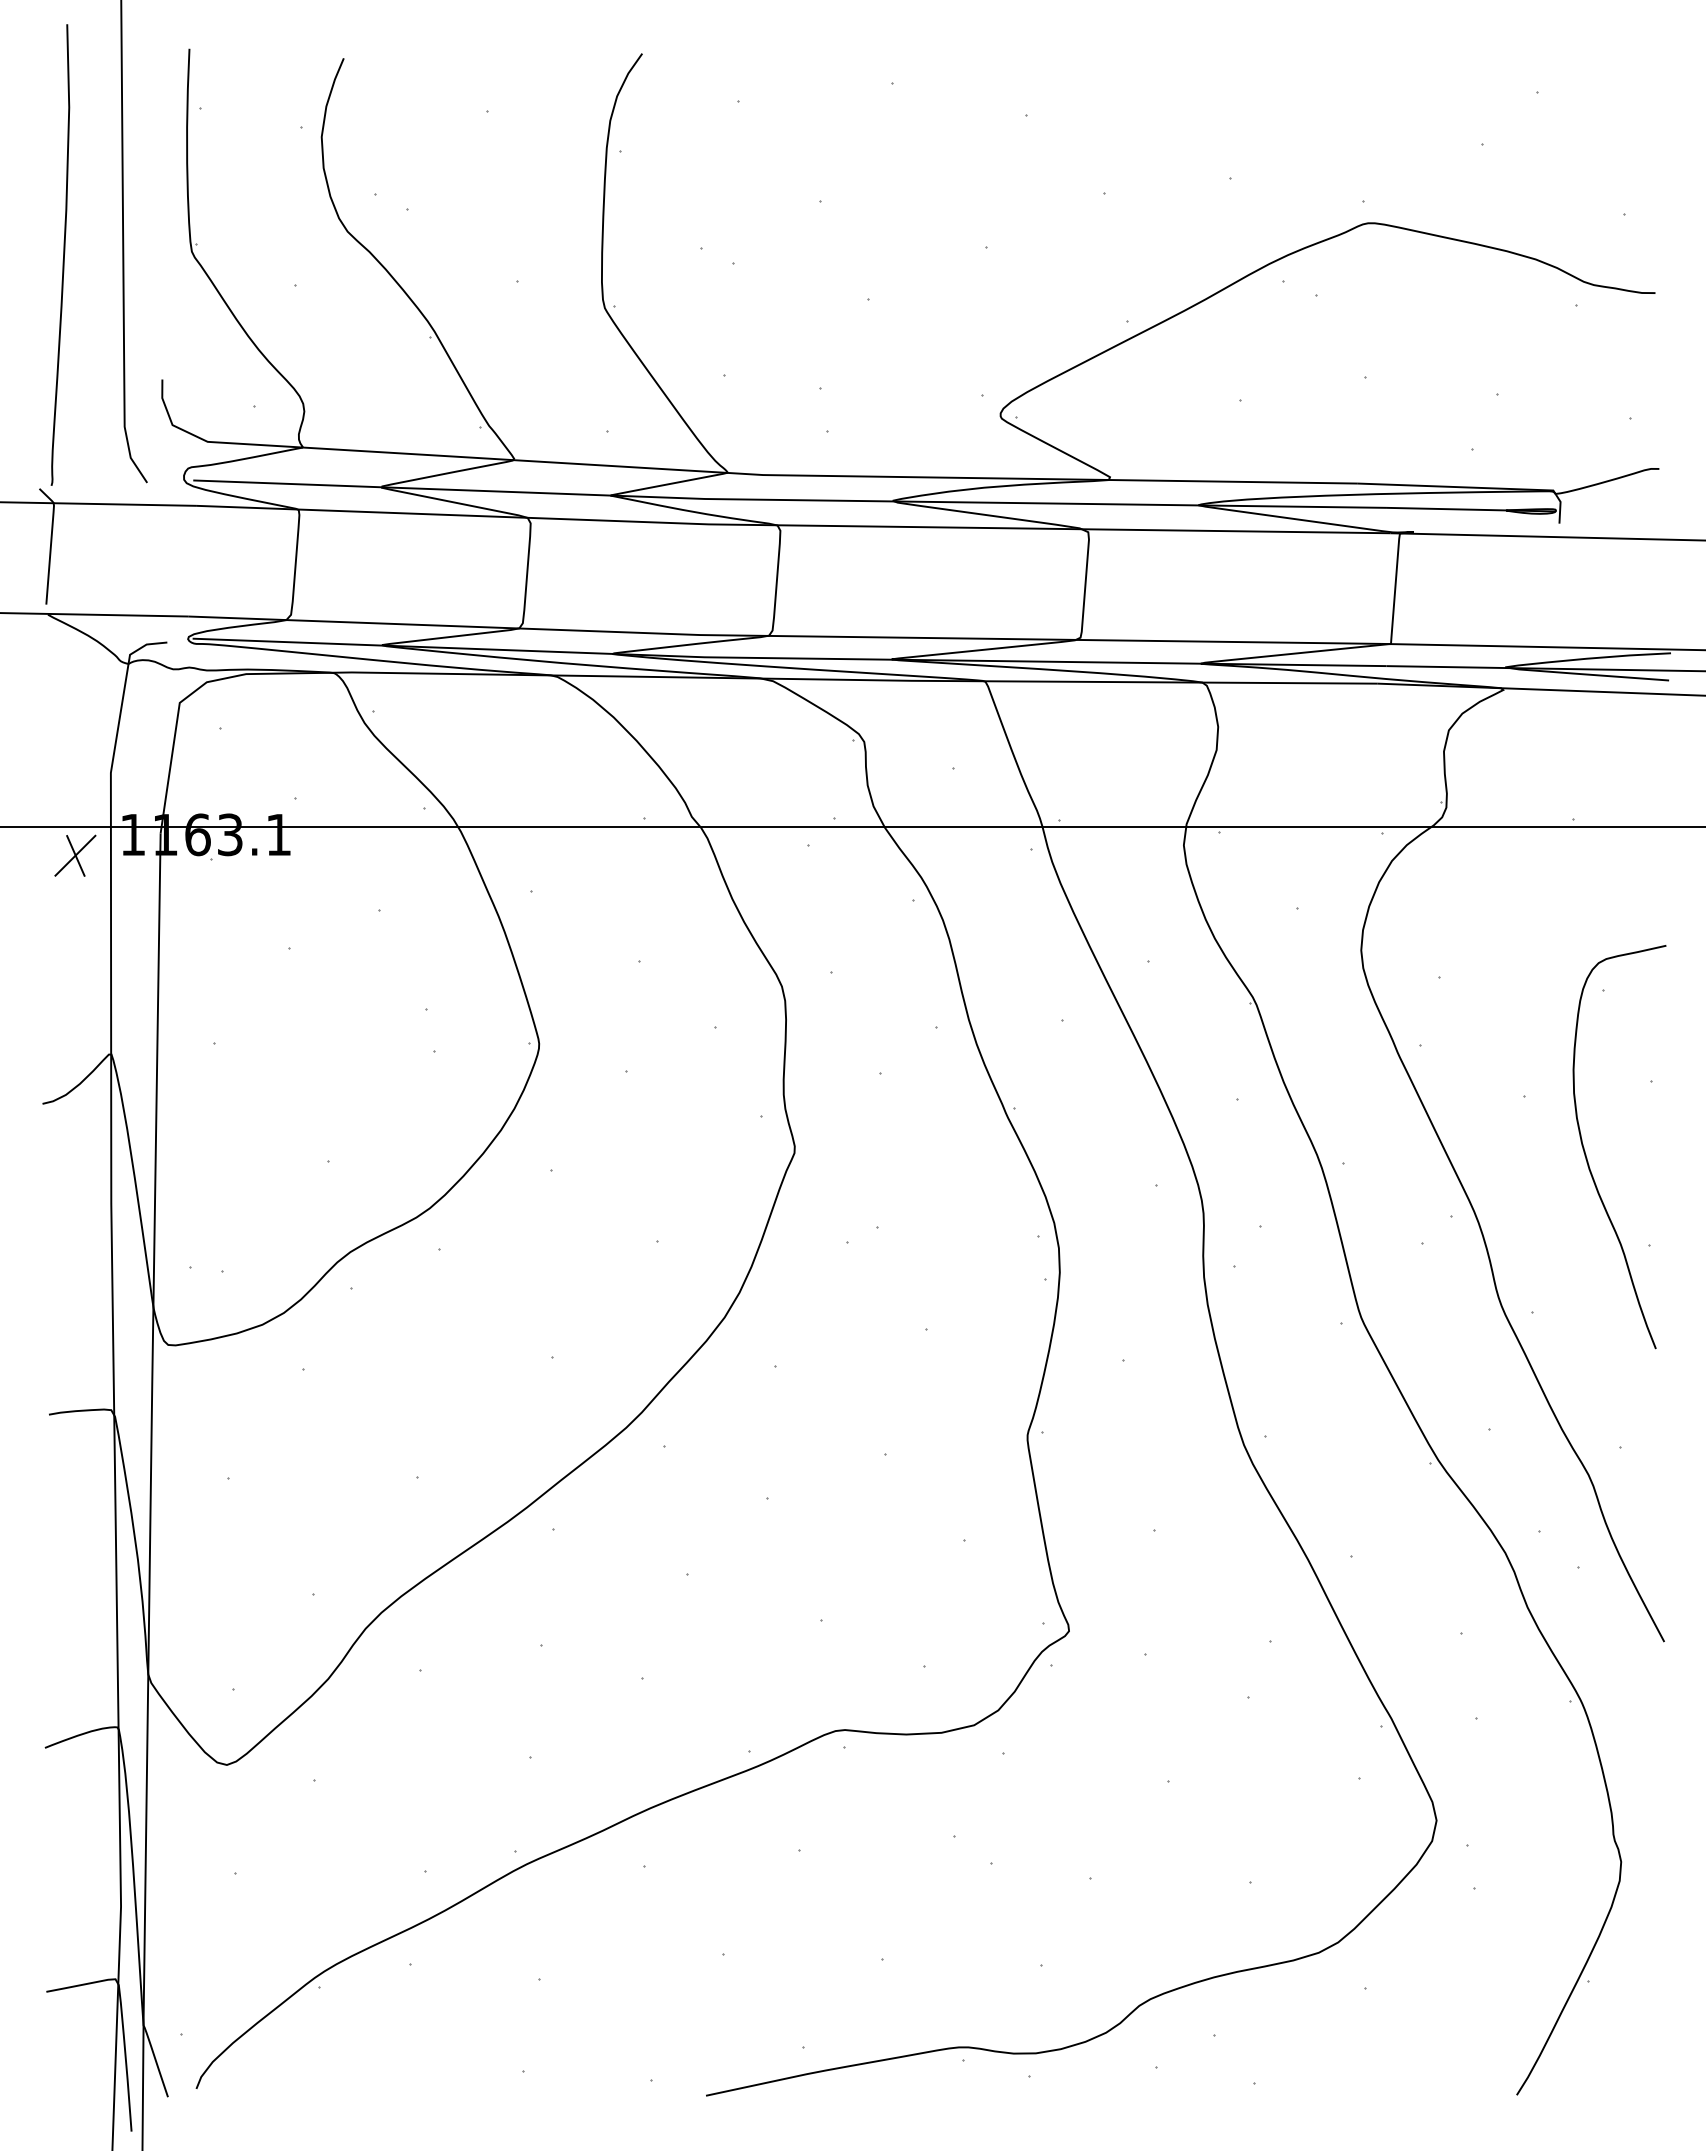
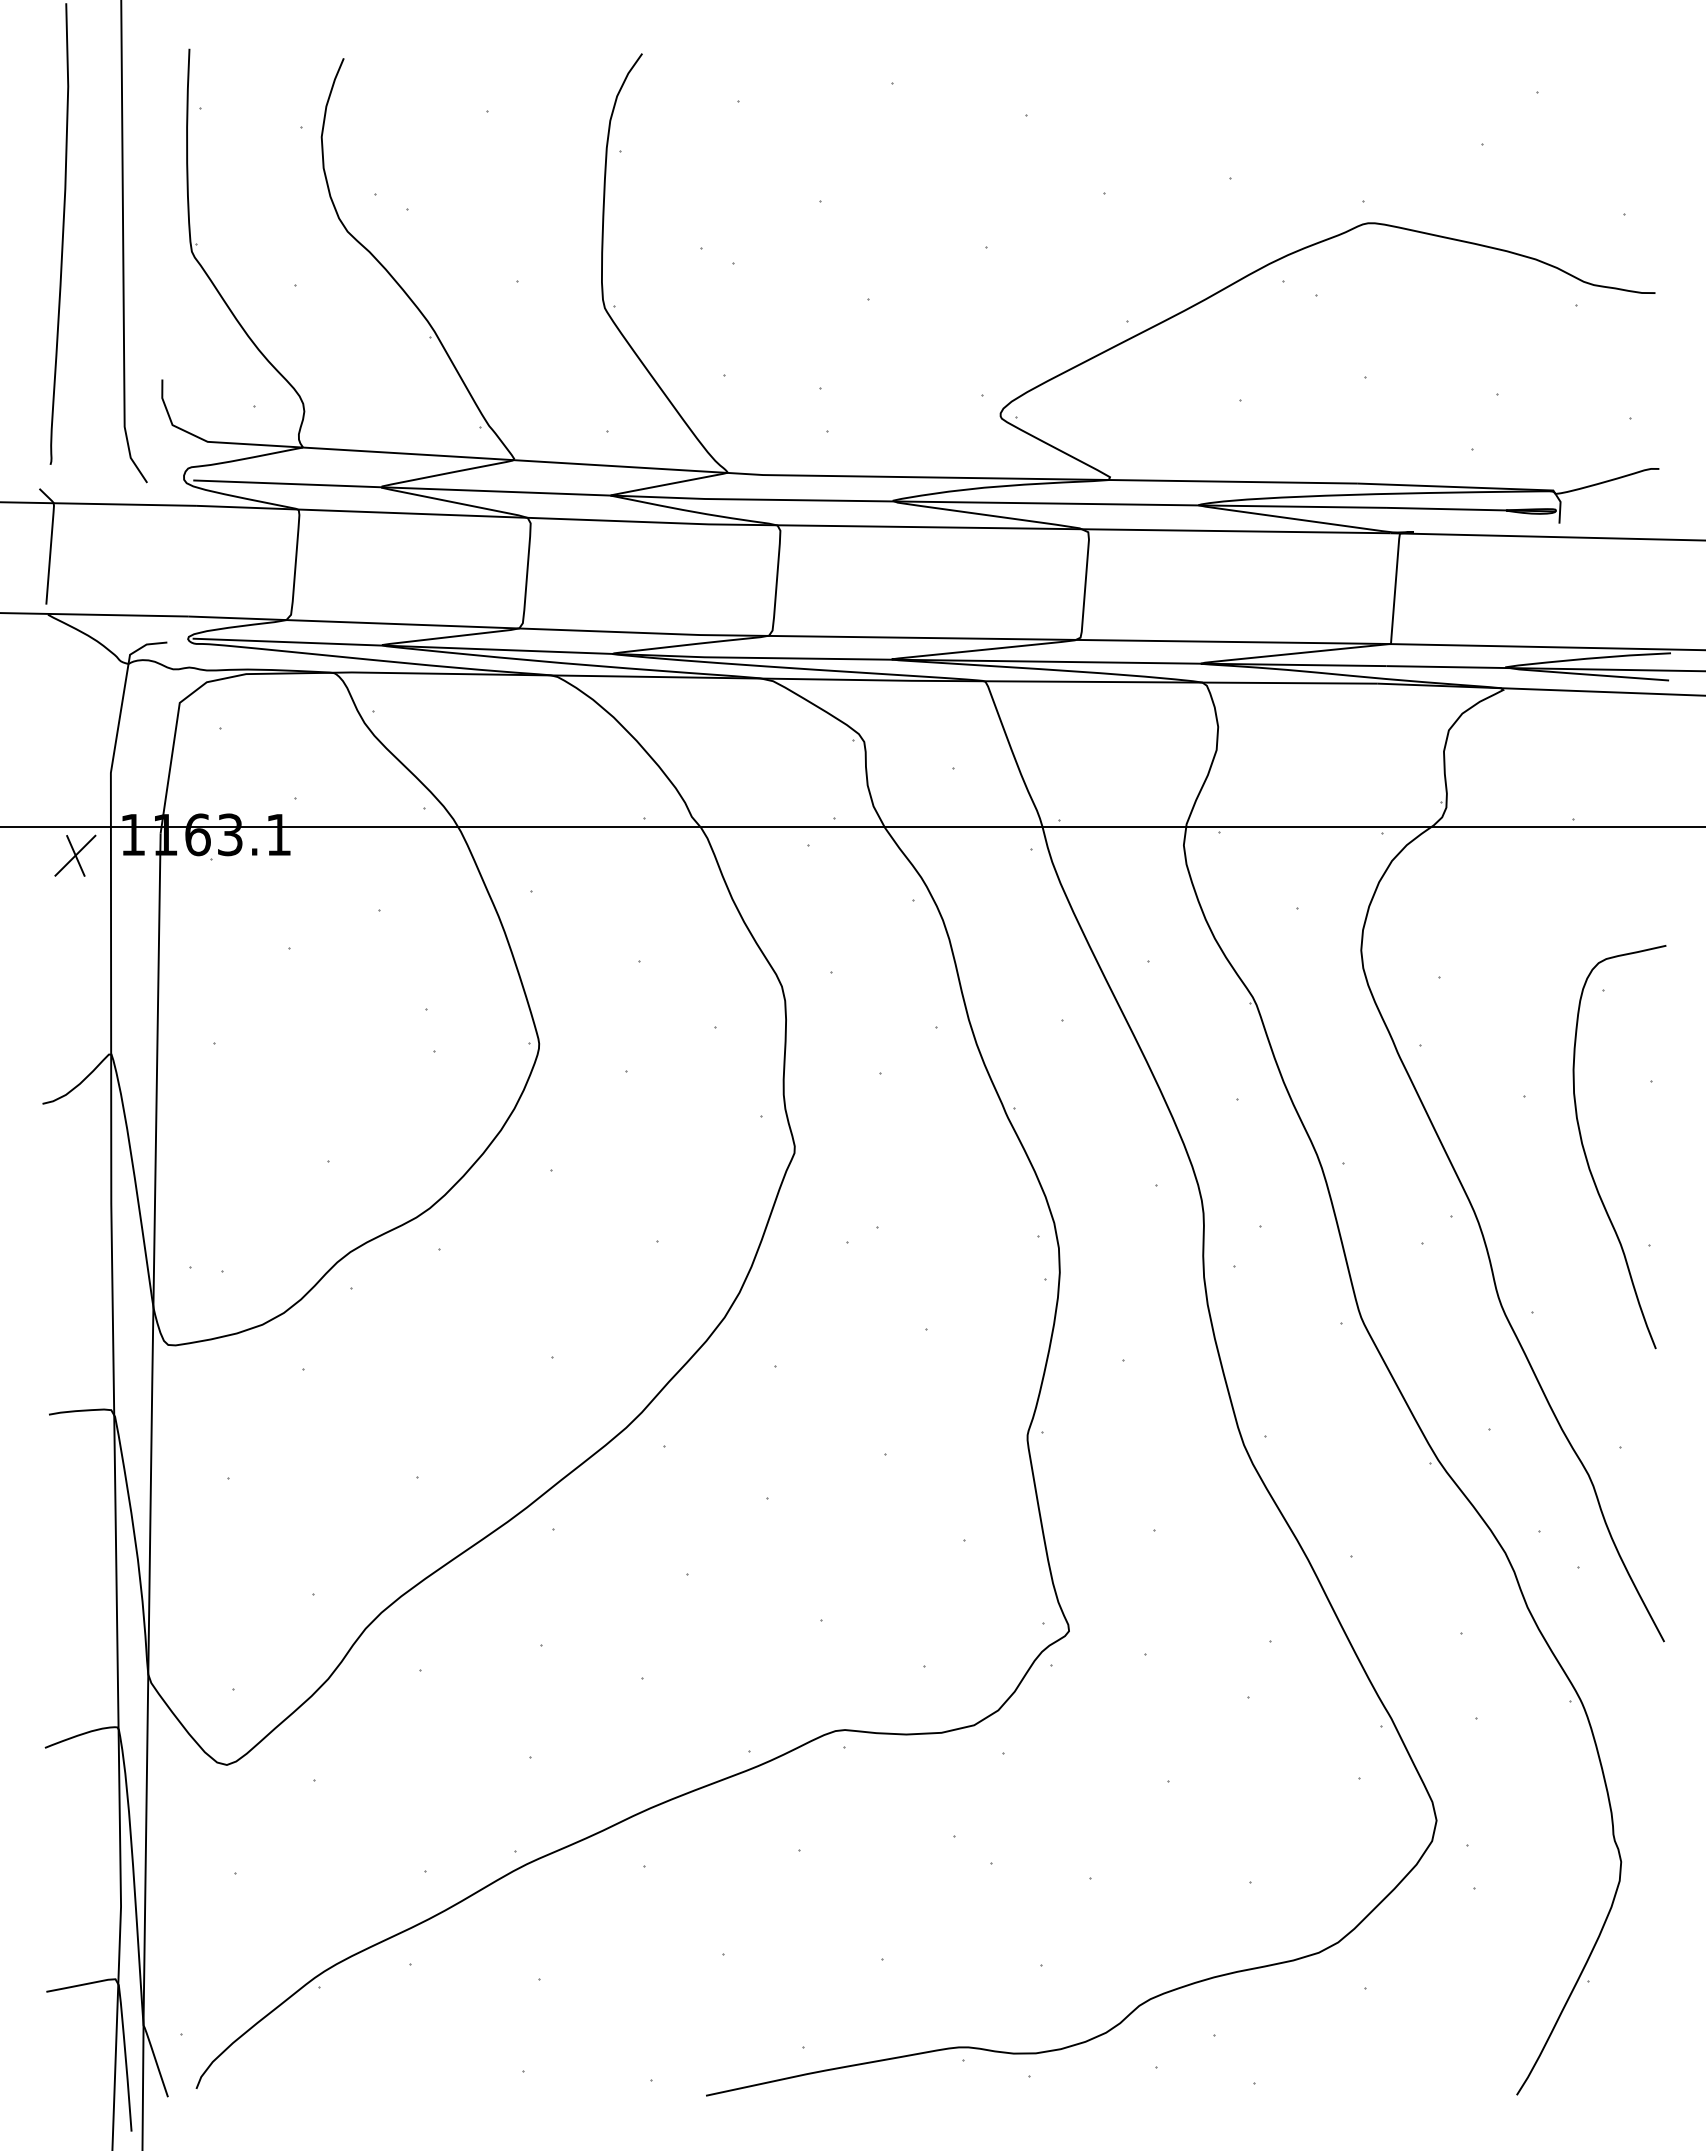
curve at (63, 254) position: (63, 254) -> (62, 233)
